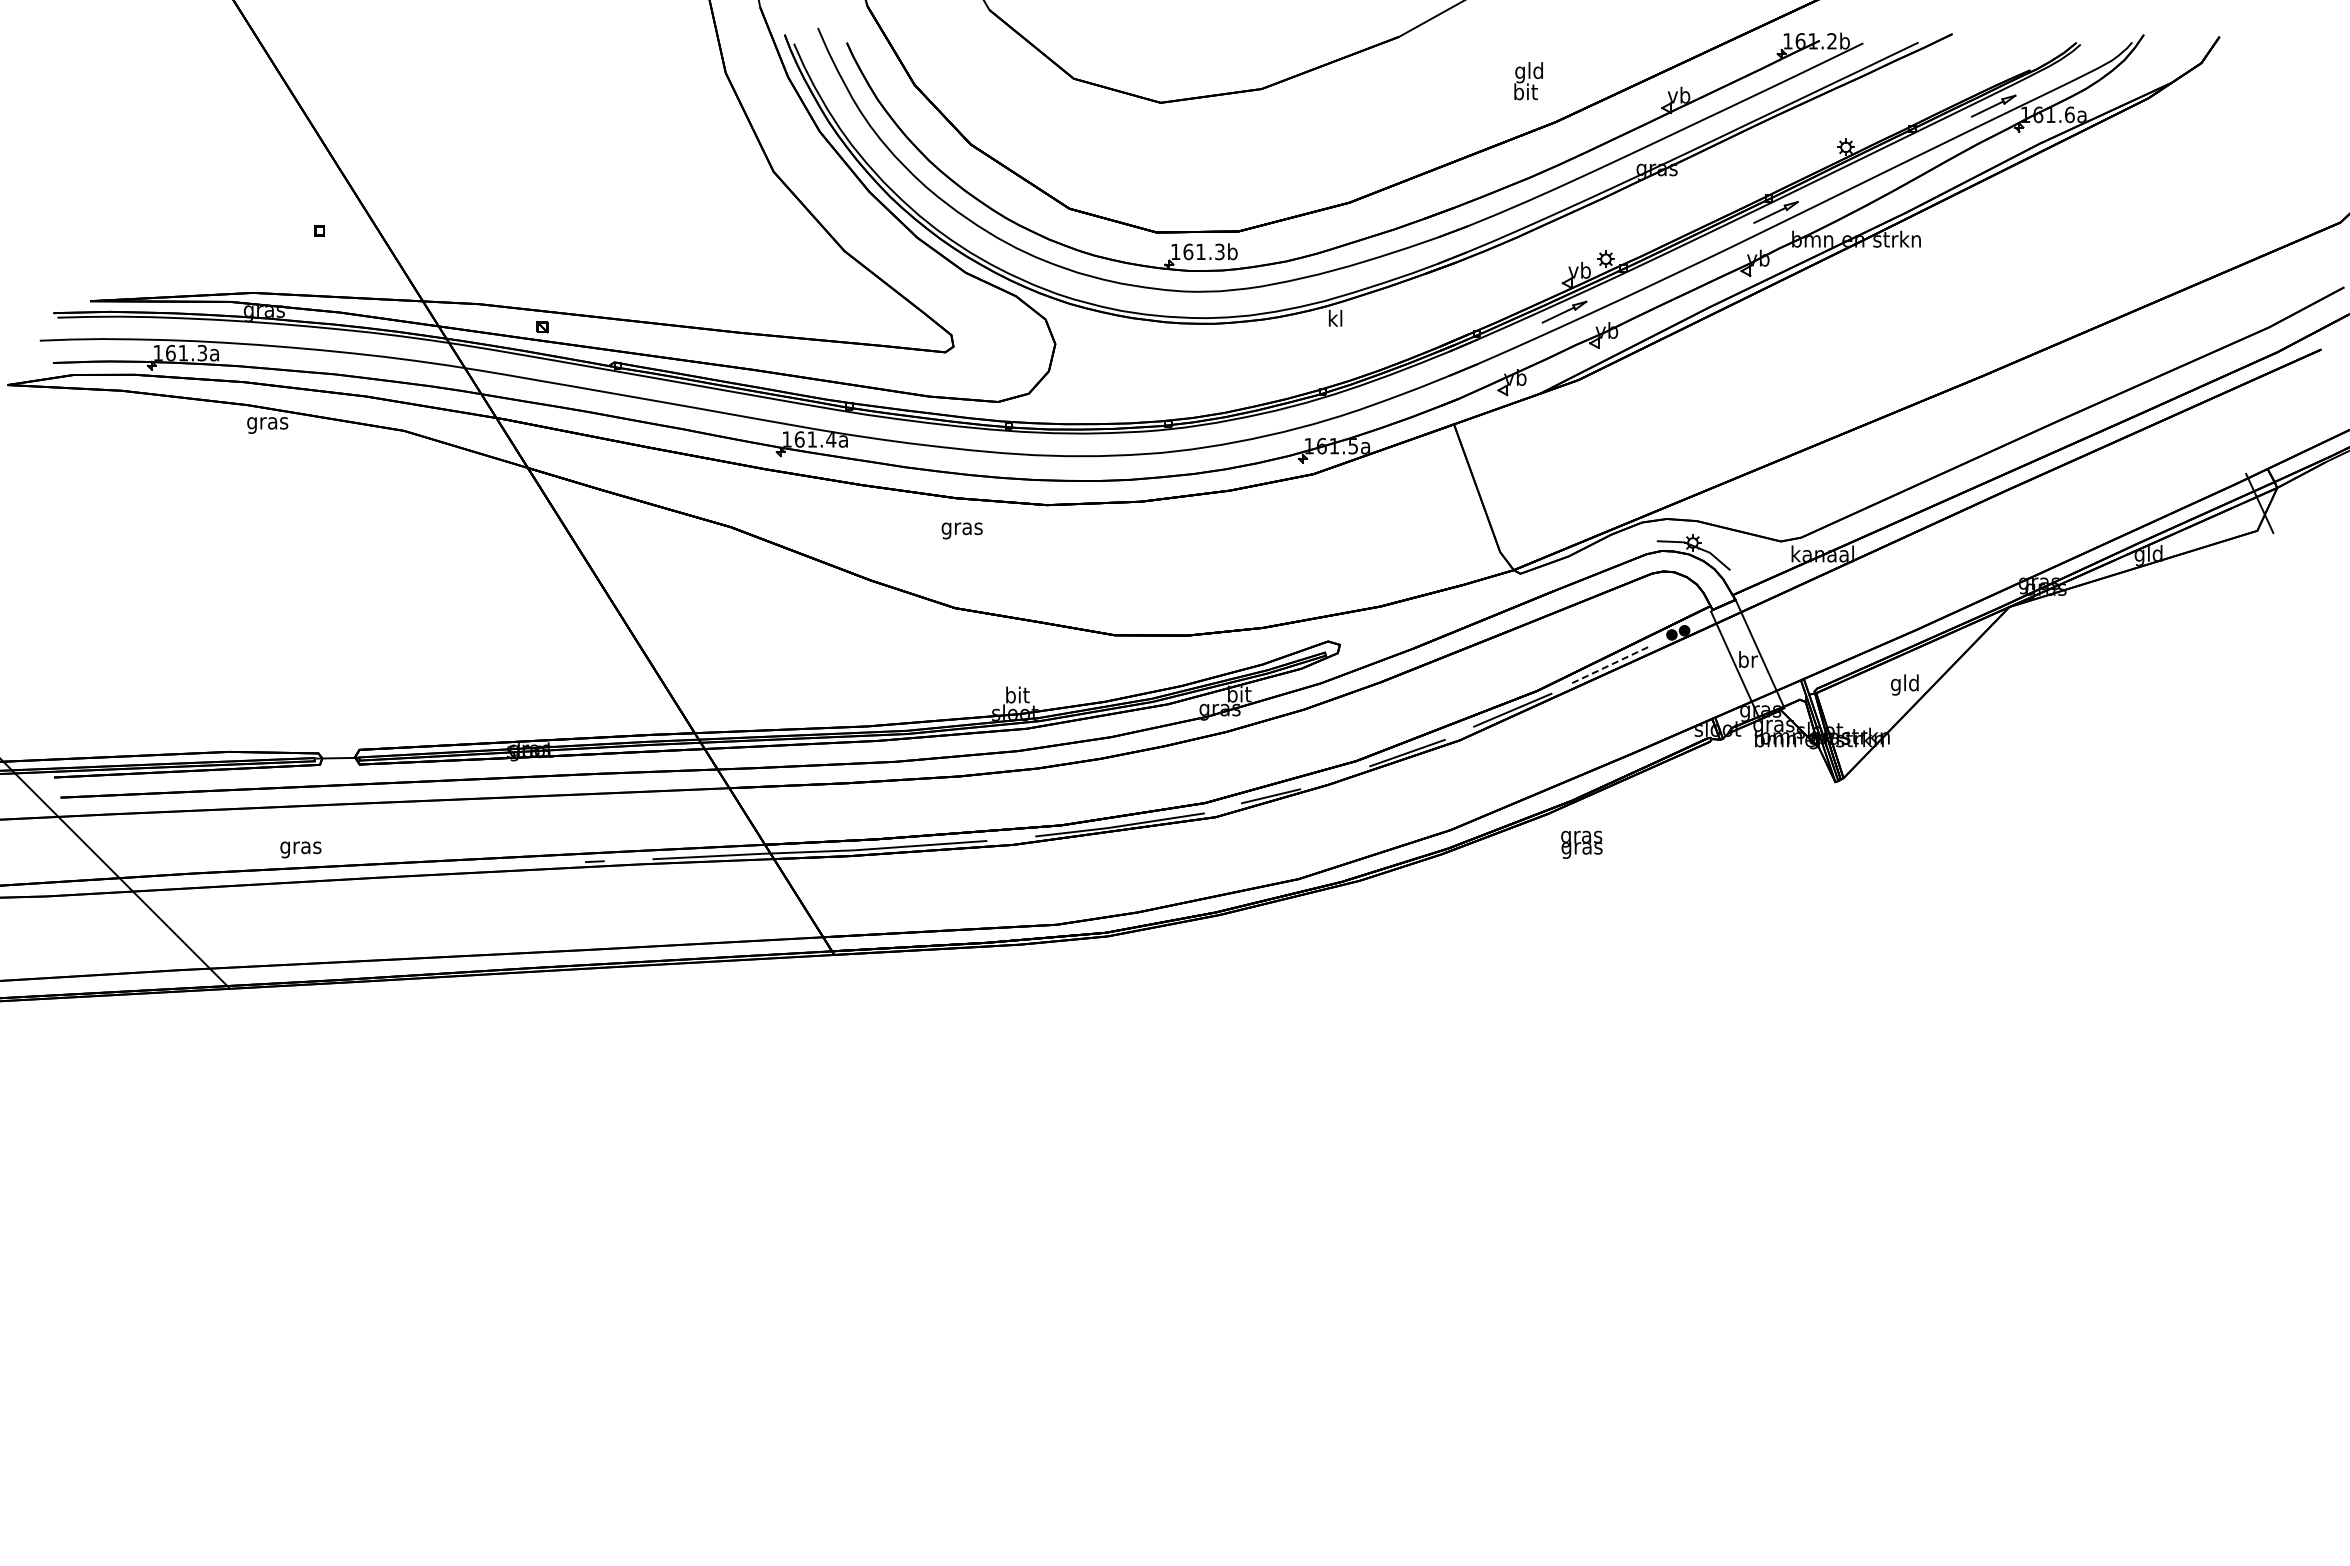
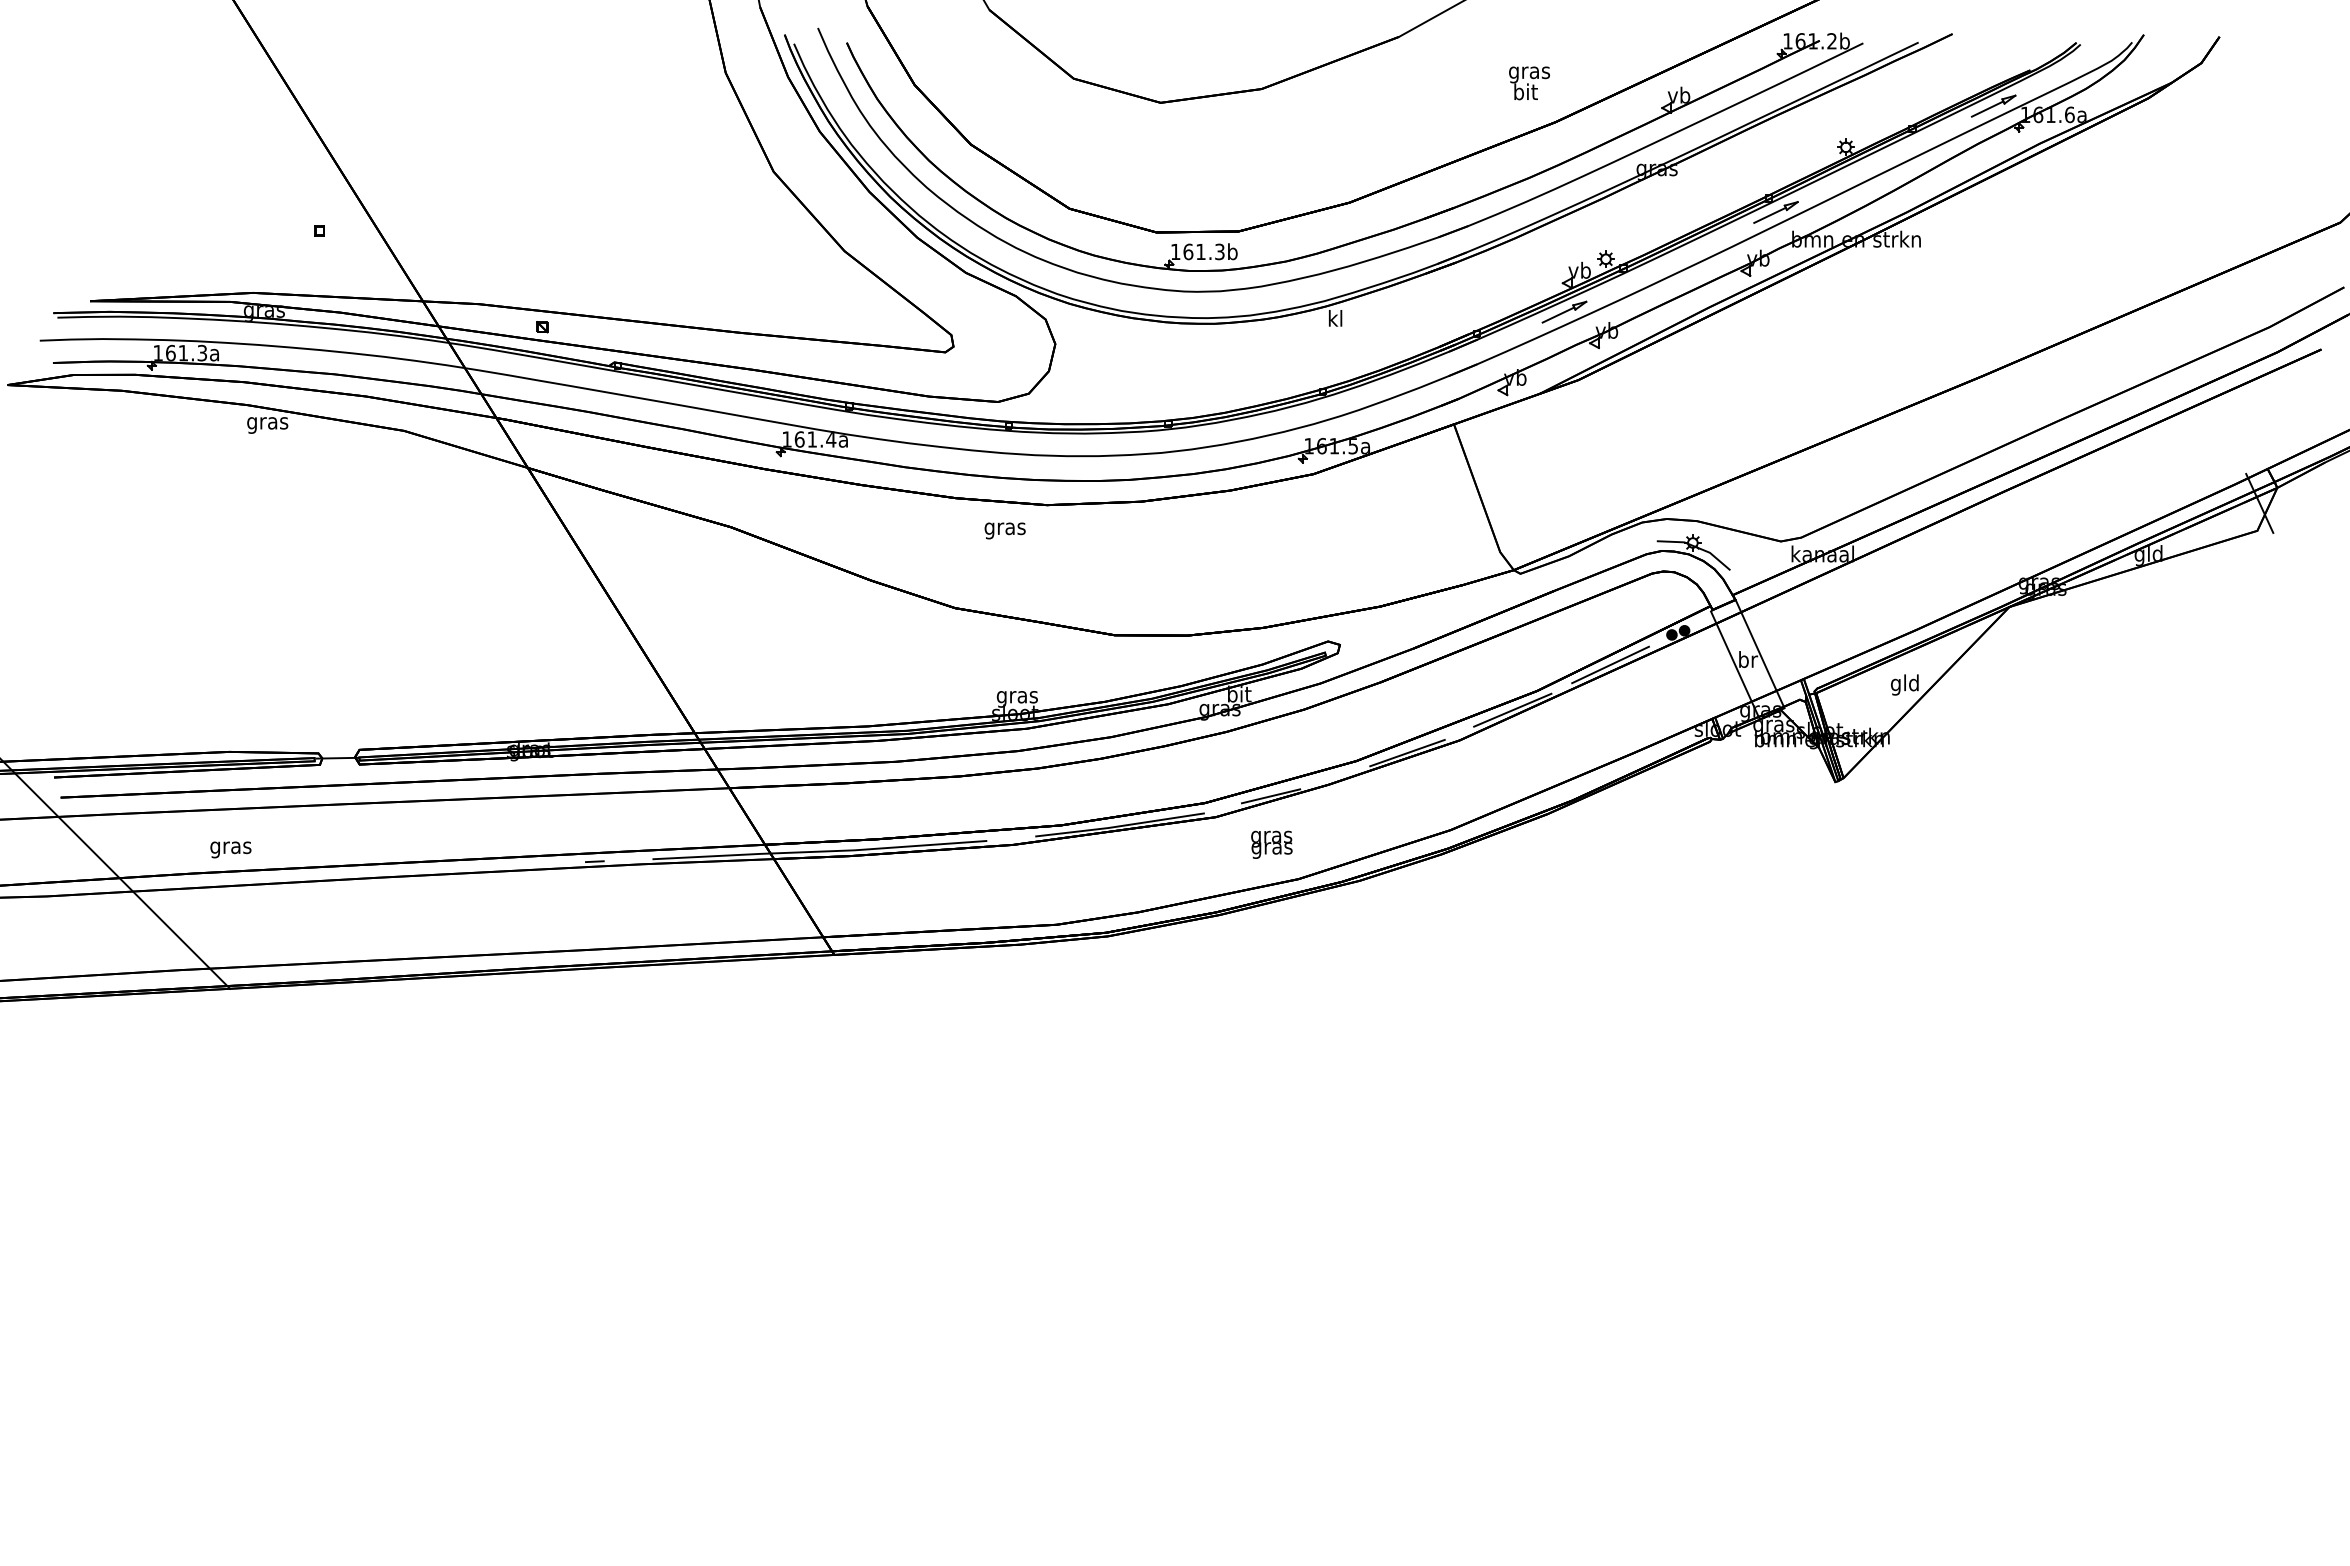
text at (1529, 72): gld -> gras
text at (961, 530) position: (961, 530) -> (1004, 530)
line at (1611, 664): dashed -> solid
text at (1016, 696): bit -> gras
text at (1581, 844) position: (1581, 844) -> (1271, 844)
text at (300, 849) position: (300, 849) -> (230, 849)
